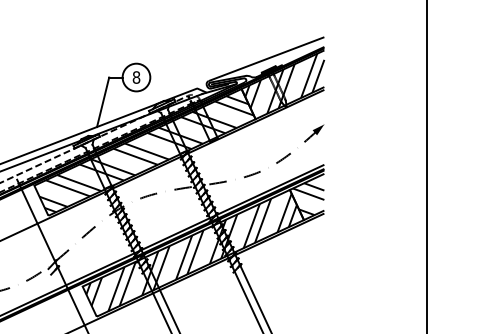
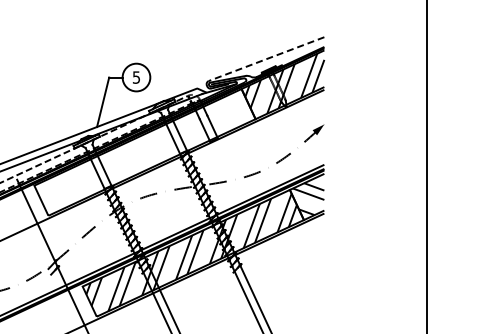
line at (266, 59): solid -> dashed
text at (136, 77): 8 -> 5
hatch at (146, 154): present -> none
